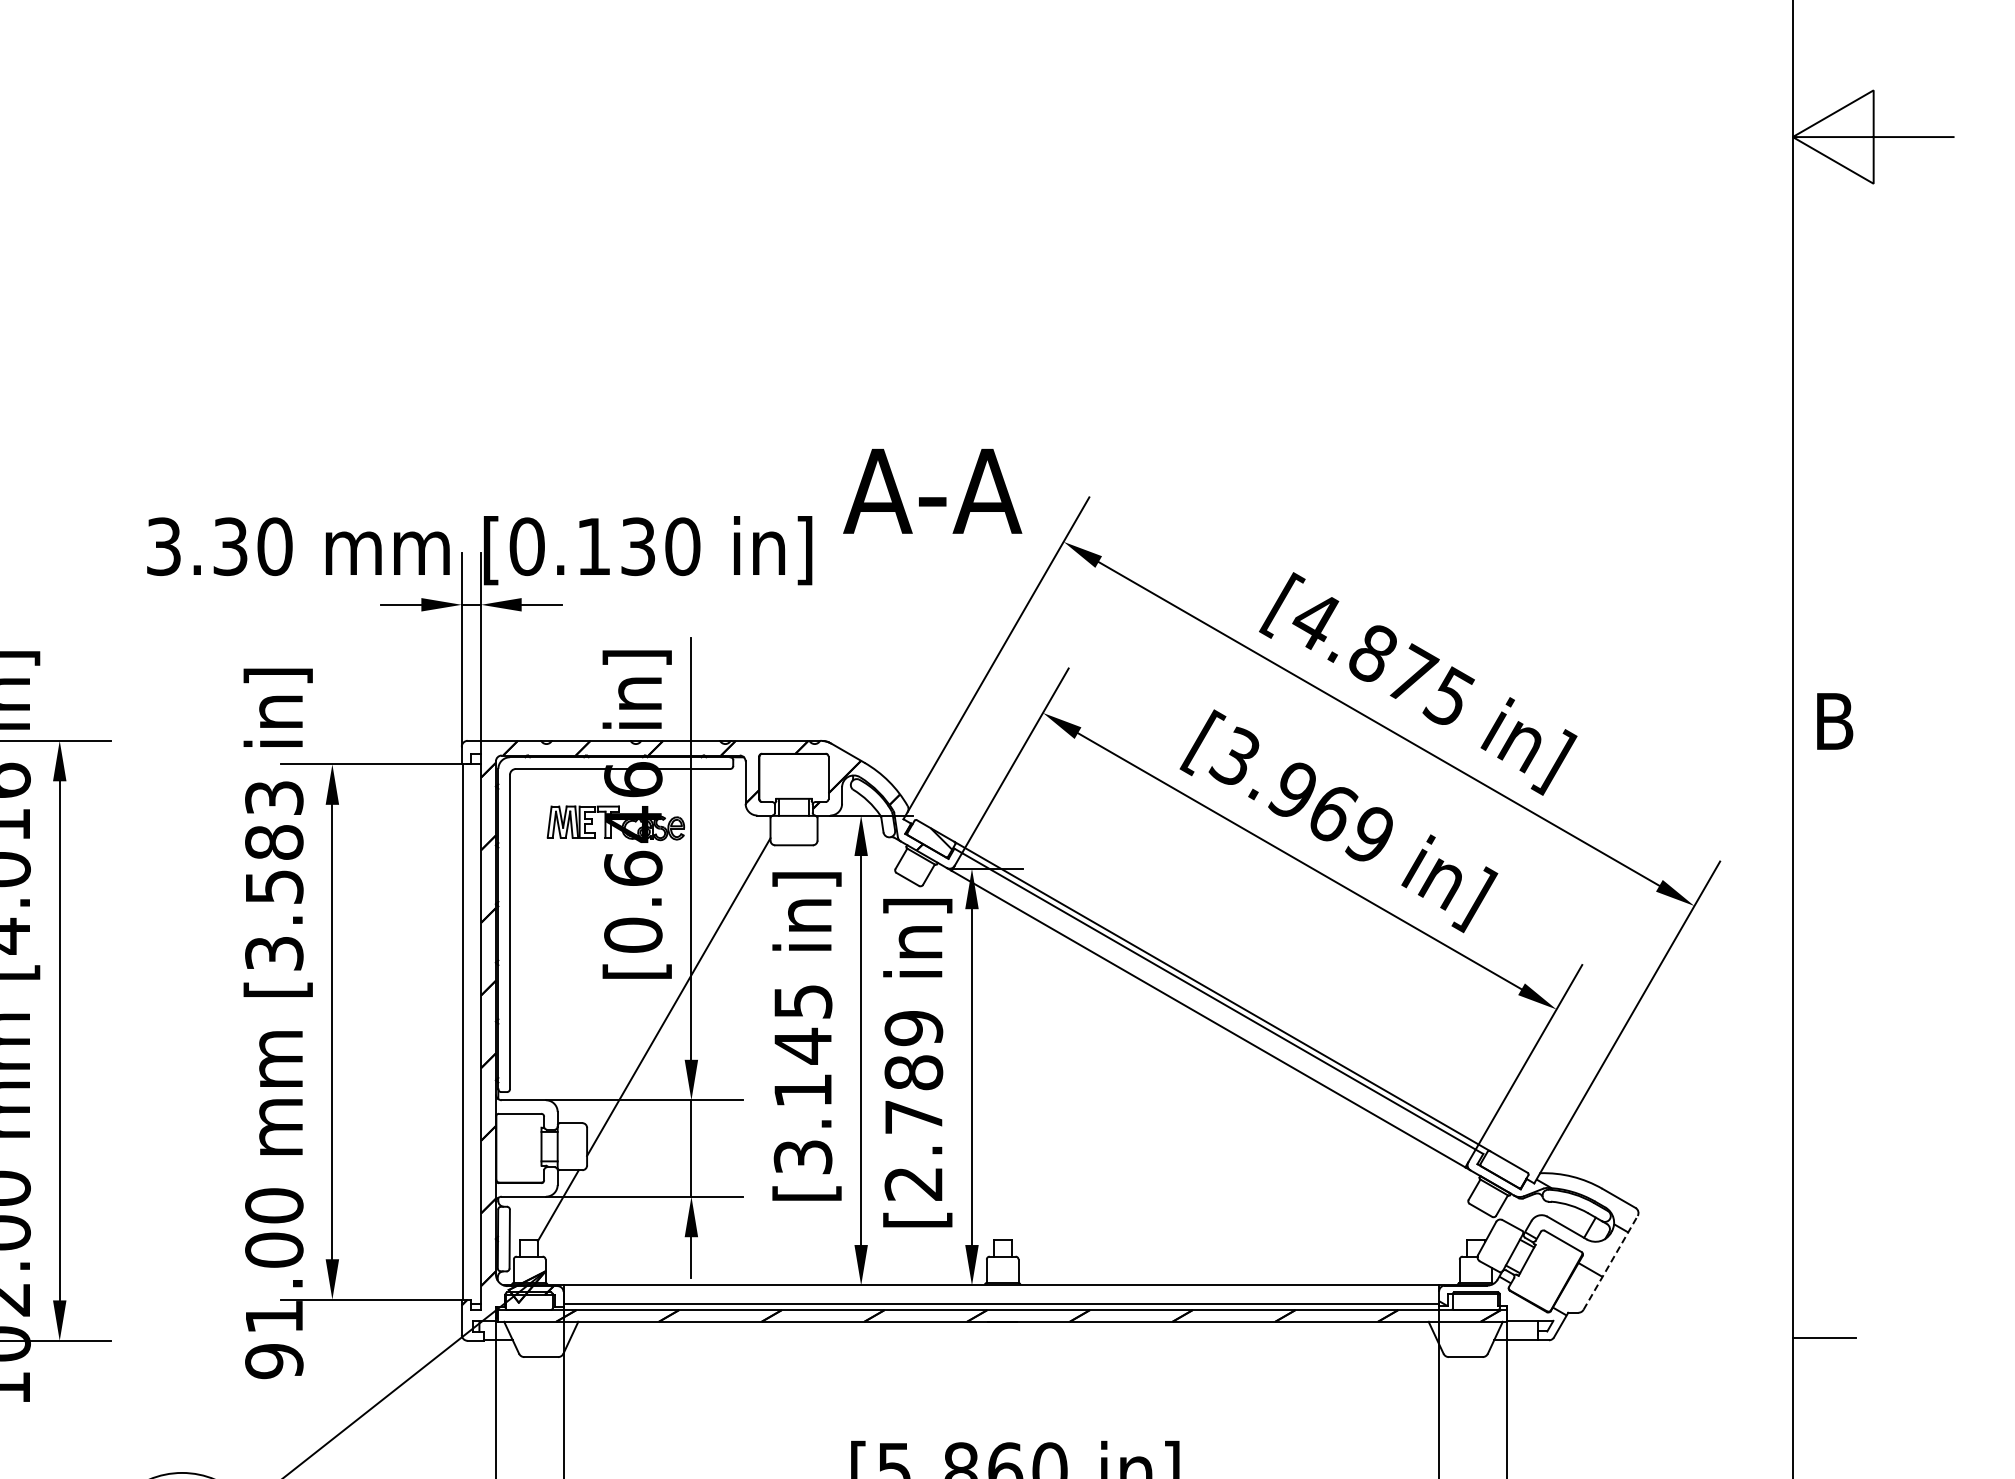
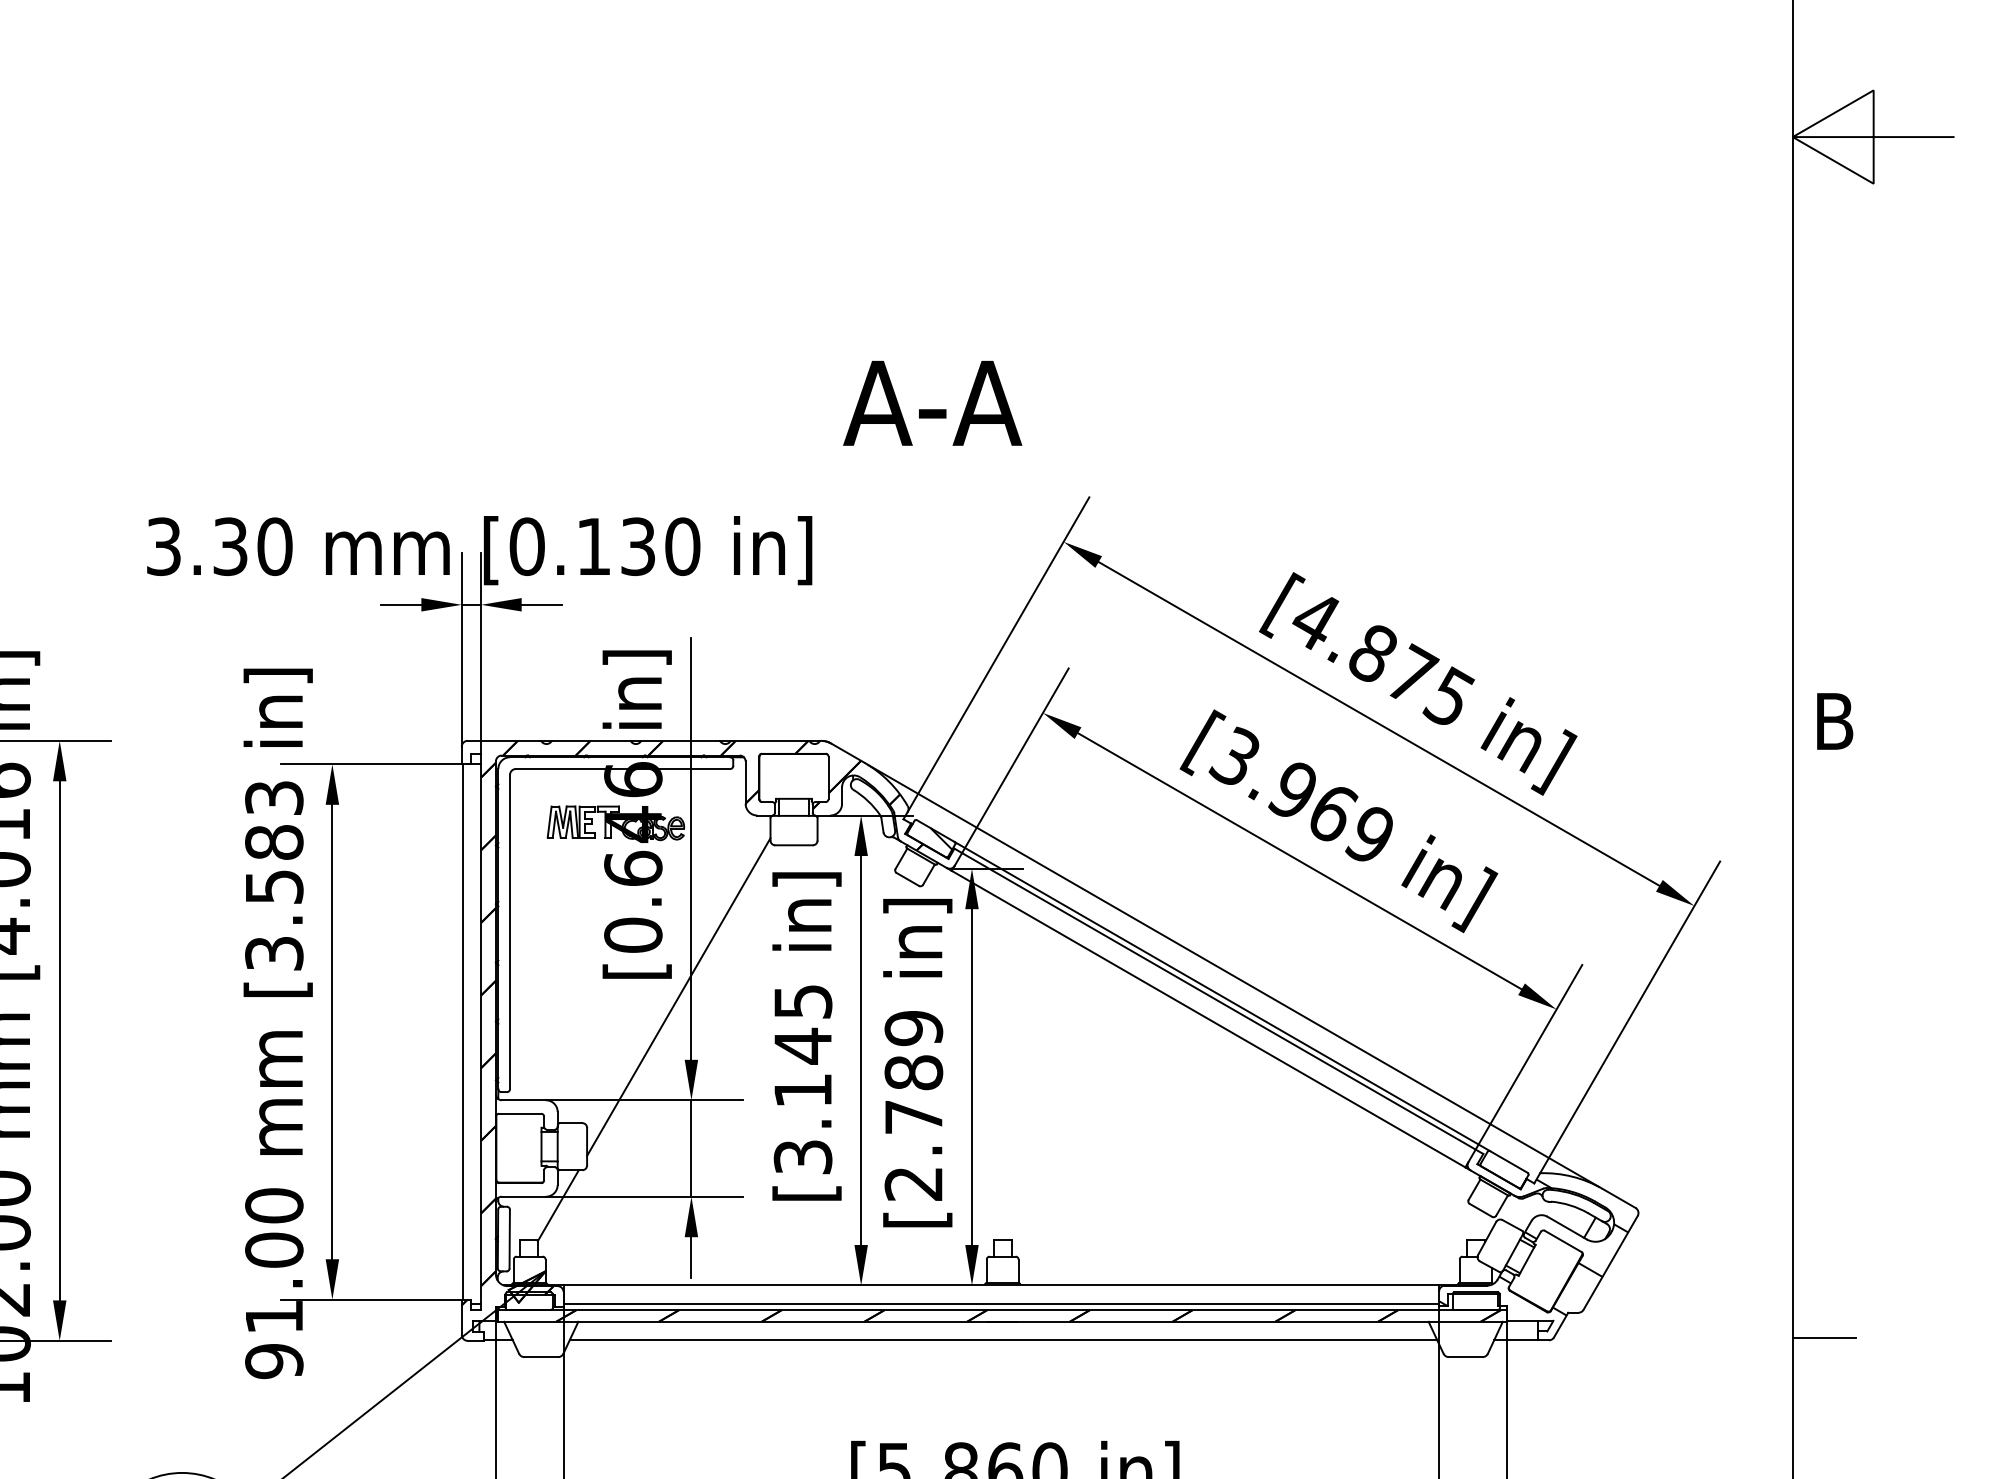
text at (932, 491) position: (932, 491) -> (932, 403)
line at (1233, 975): none -> present
line at (1610, 1262): dashed -> solid
line at (1003, 1340): none -> present
